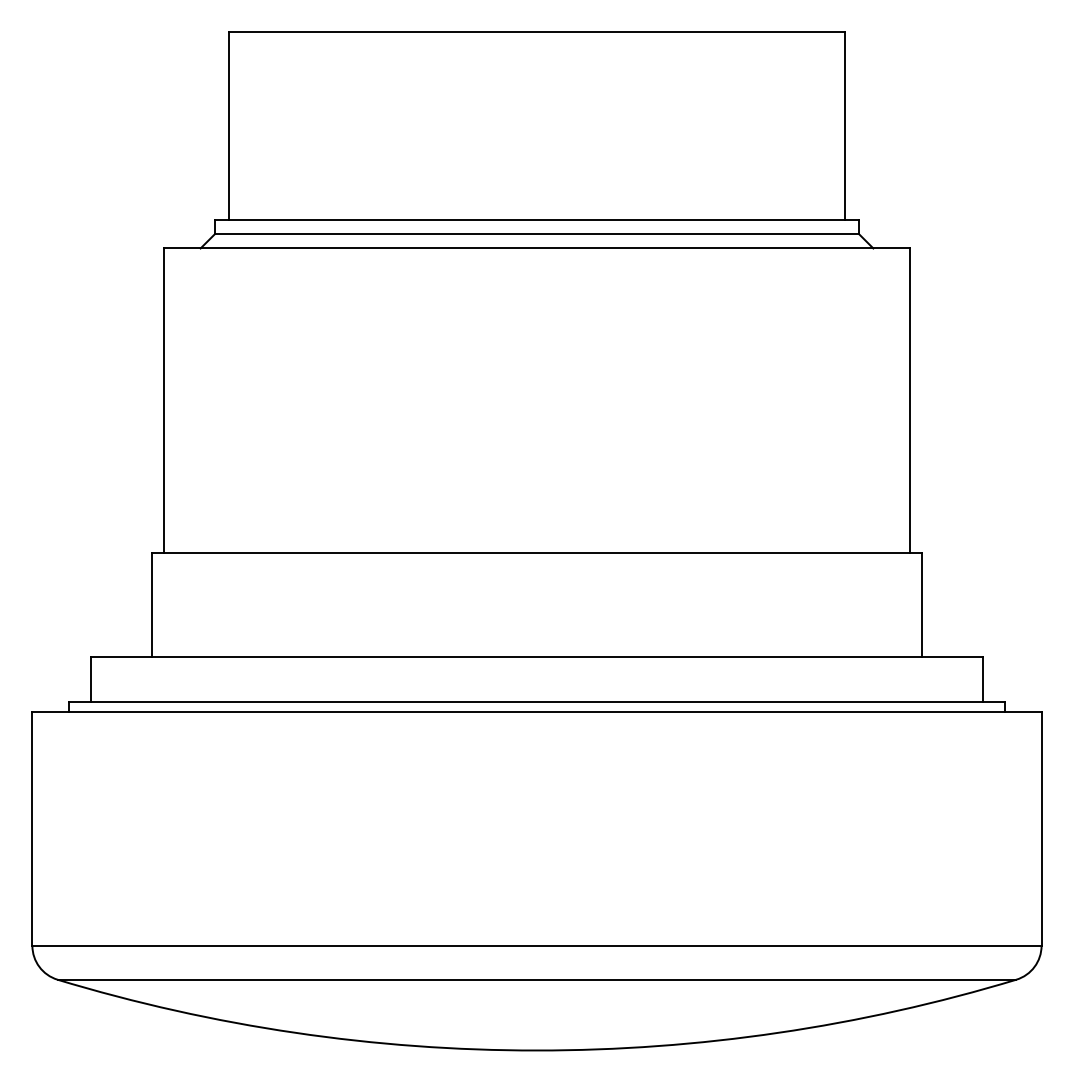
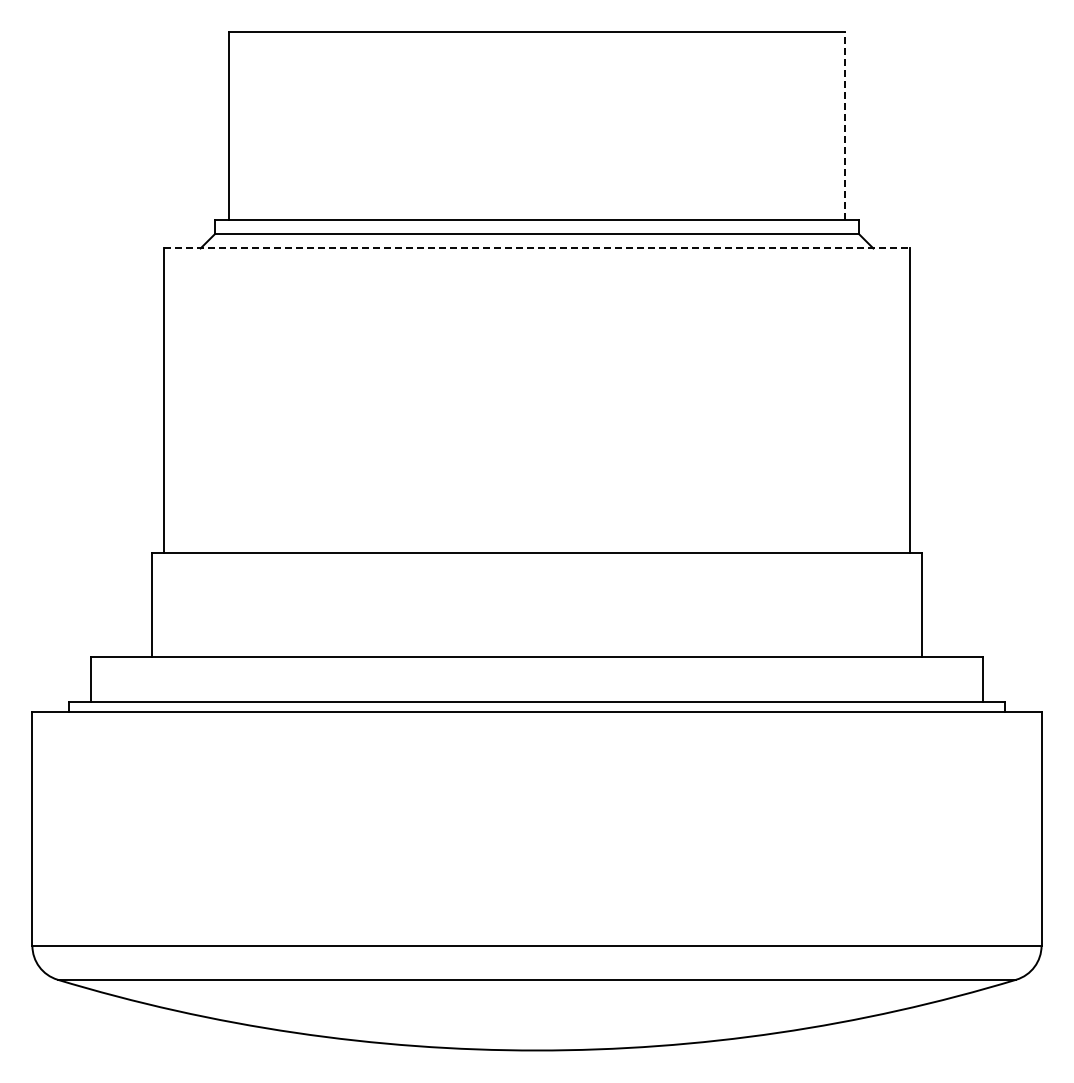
line at (845, 126): solid -> dashed
line at (537, 248): solid -> dashed
